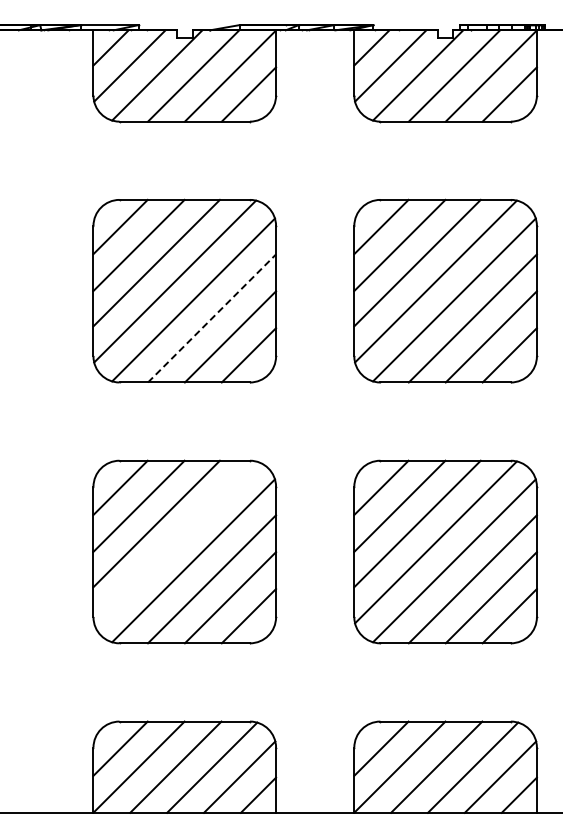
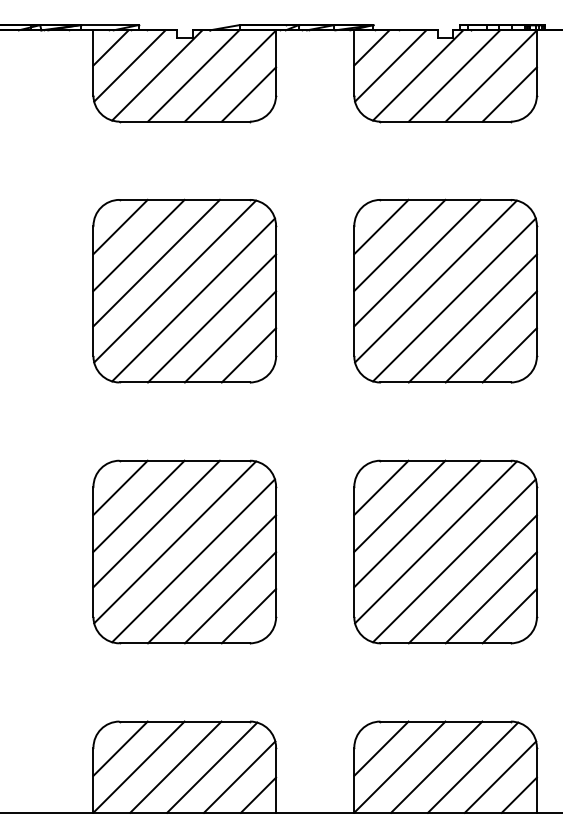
line at (212, 318): dashed -> solid
line at (175, 542): none -> present
